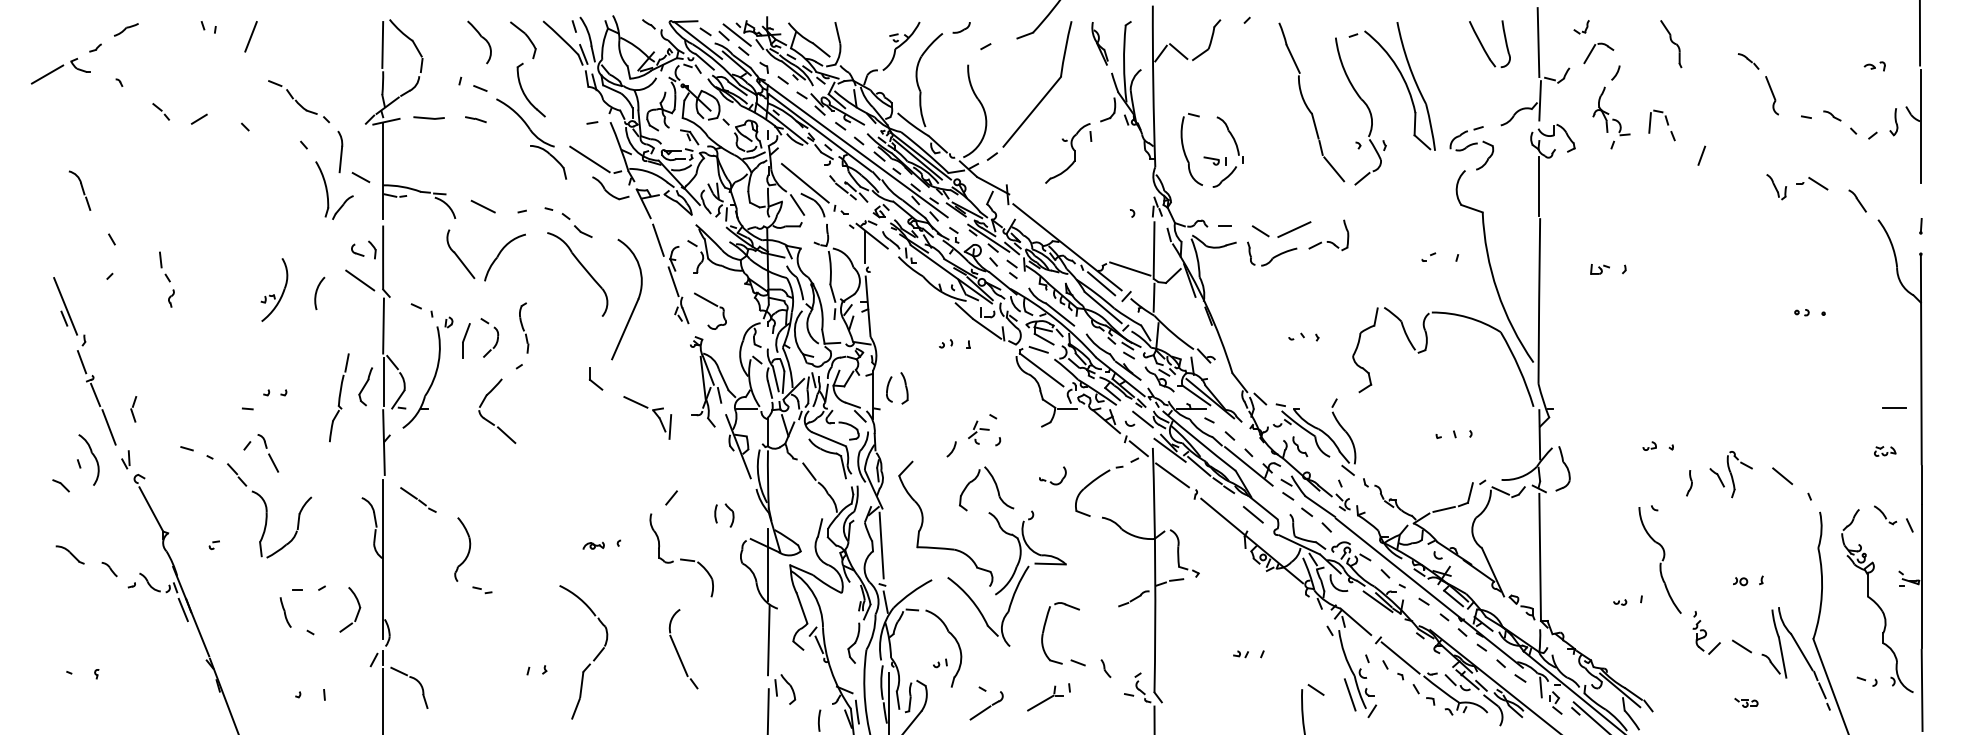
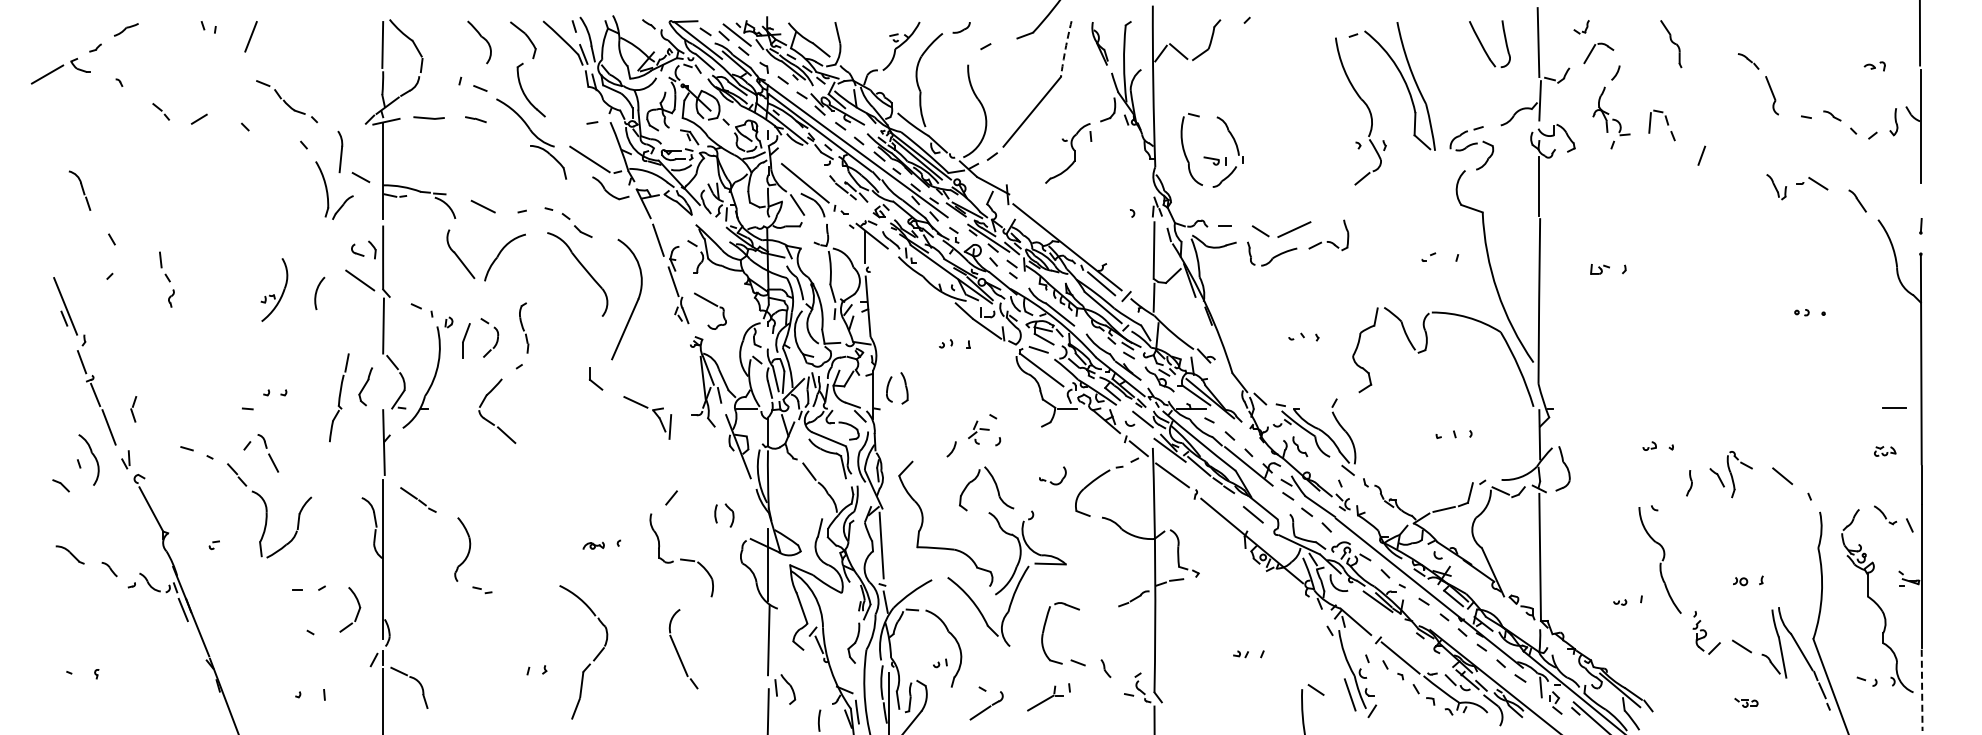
arc at (1065, 48): solid -> dashed
part at (298, 101) position: (298, 101) -> (286, 101)
part at (1311, 102): present -> none
line at (1130, 268): present -> none
line at (383, 382): present -> none
part at (285, 612): present -> none
line at (1922, 690): solid -> dashed
